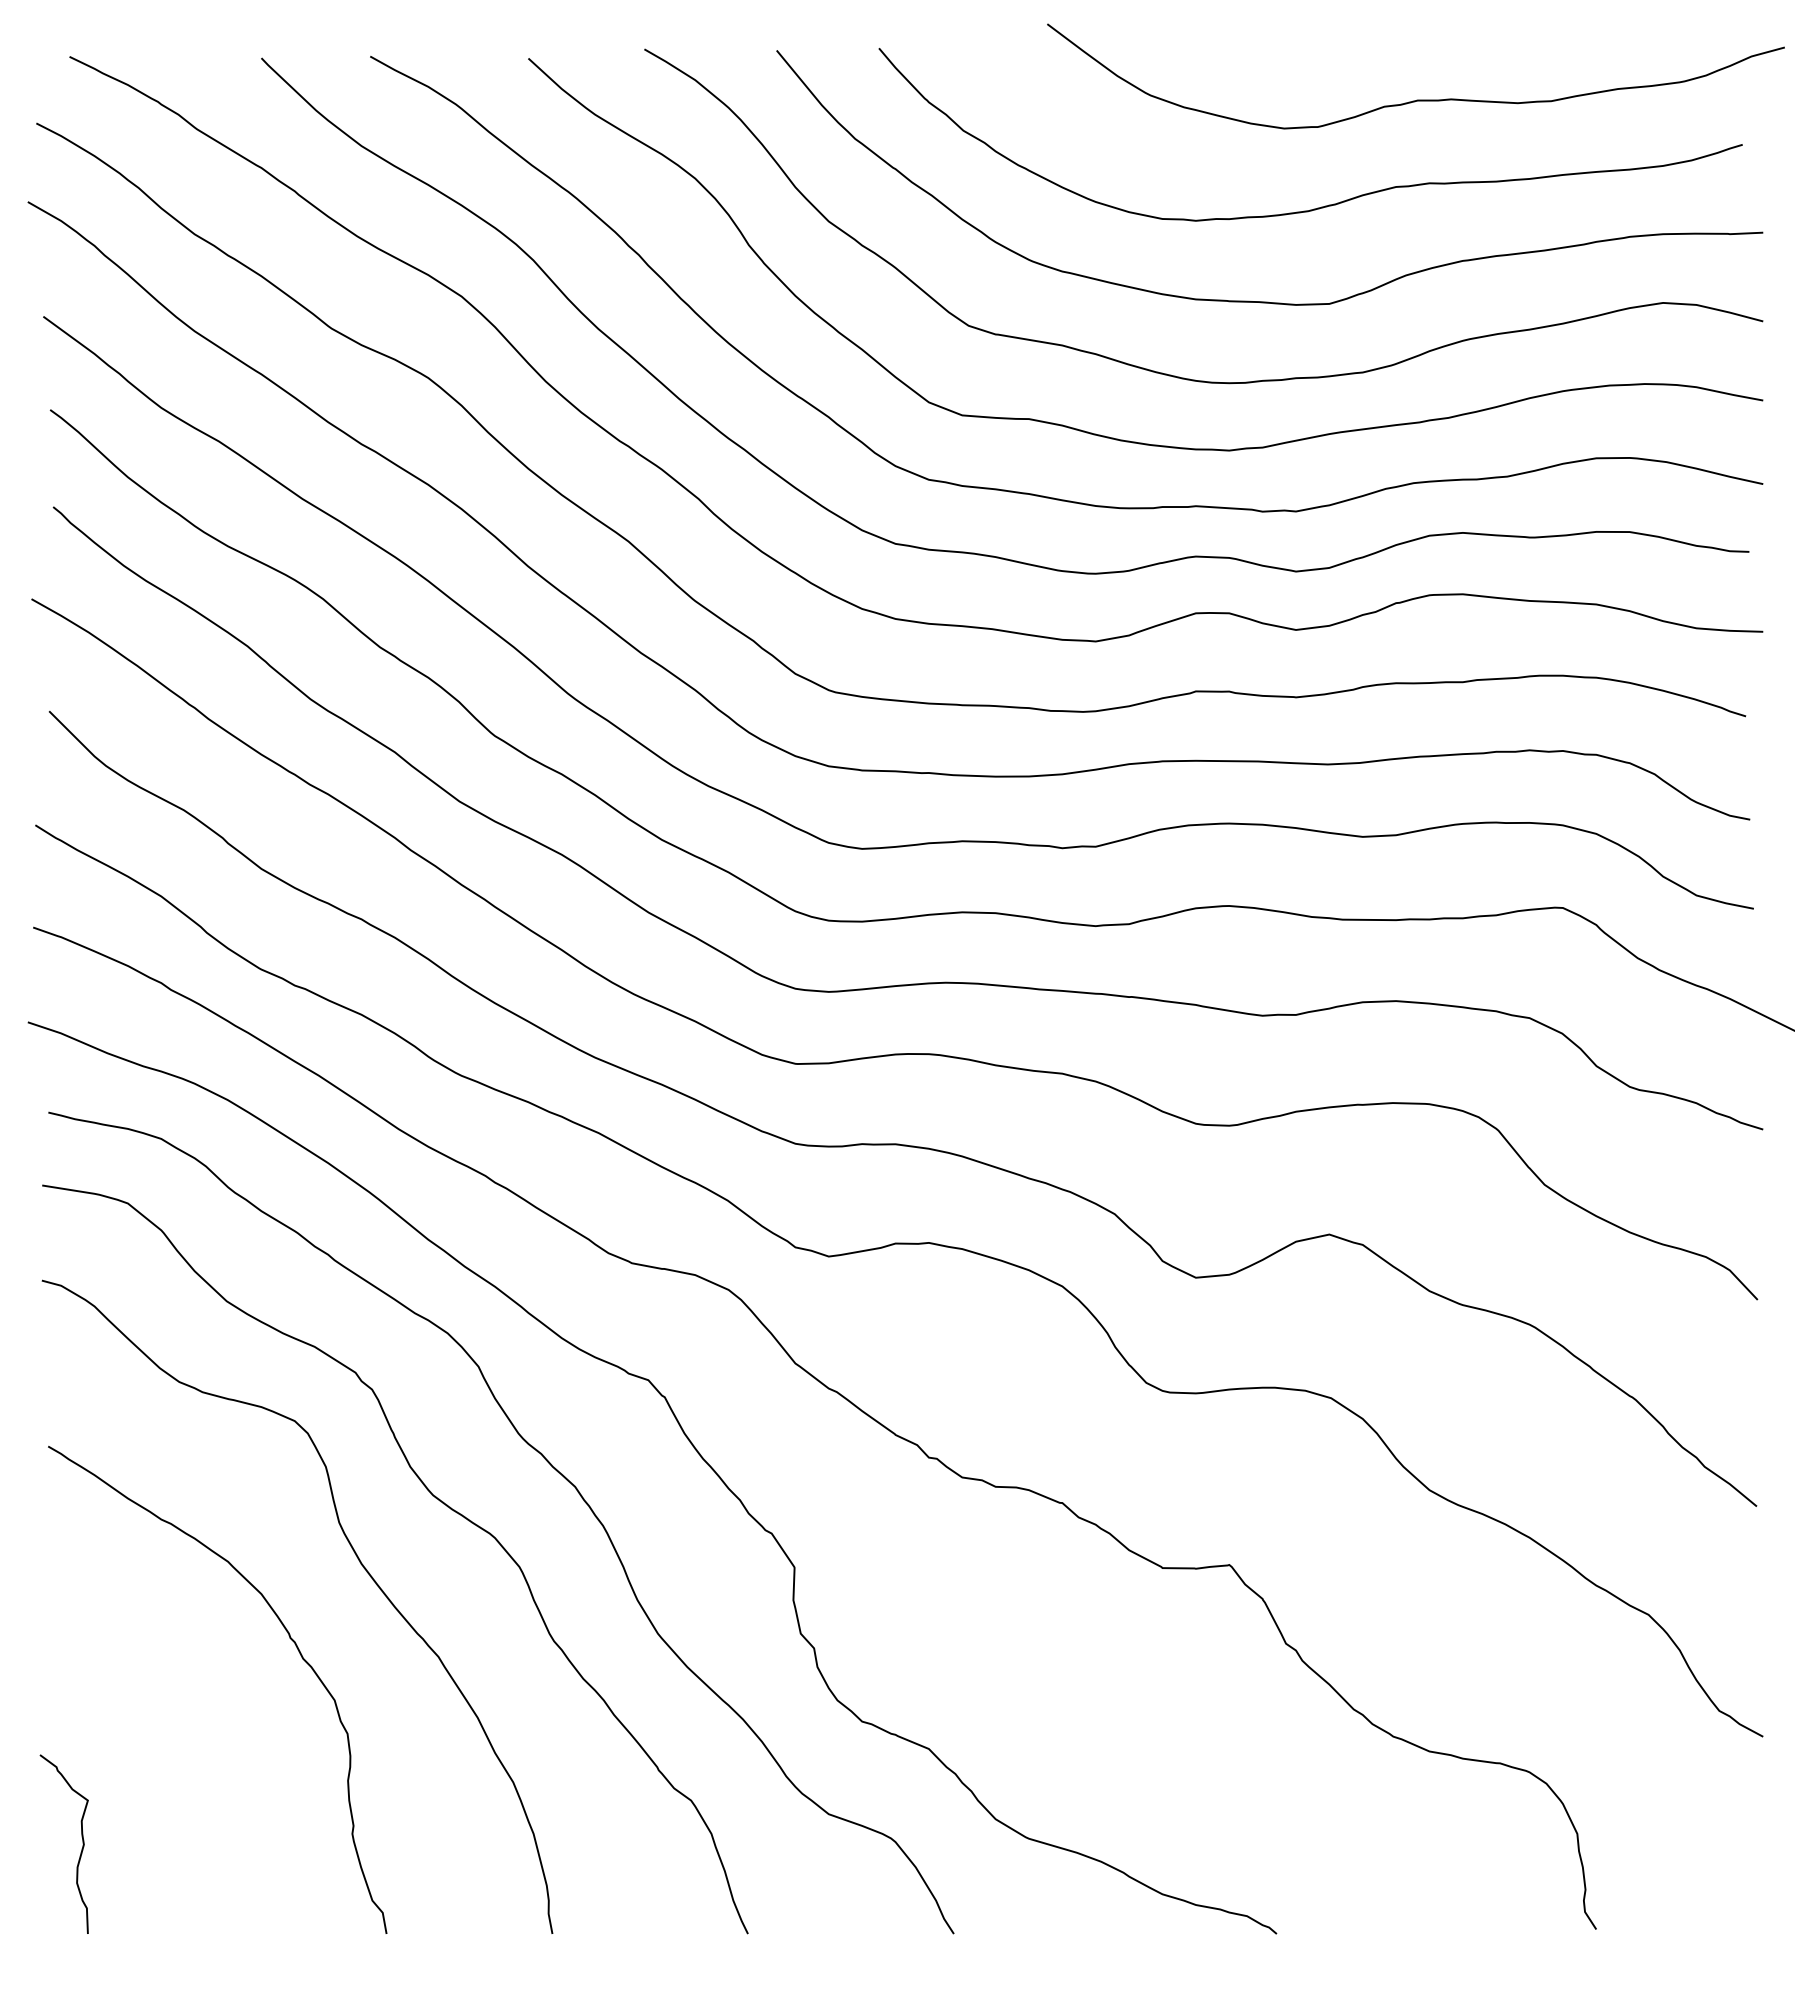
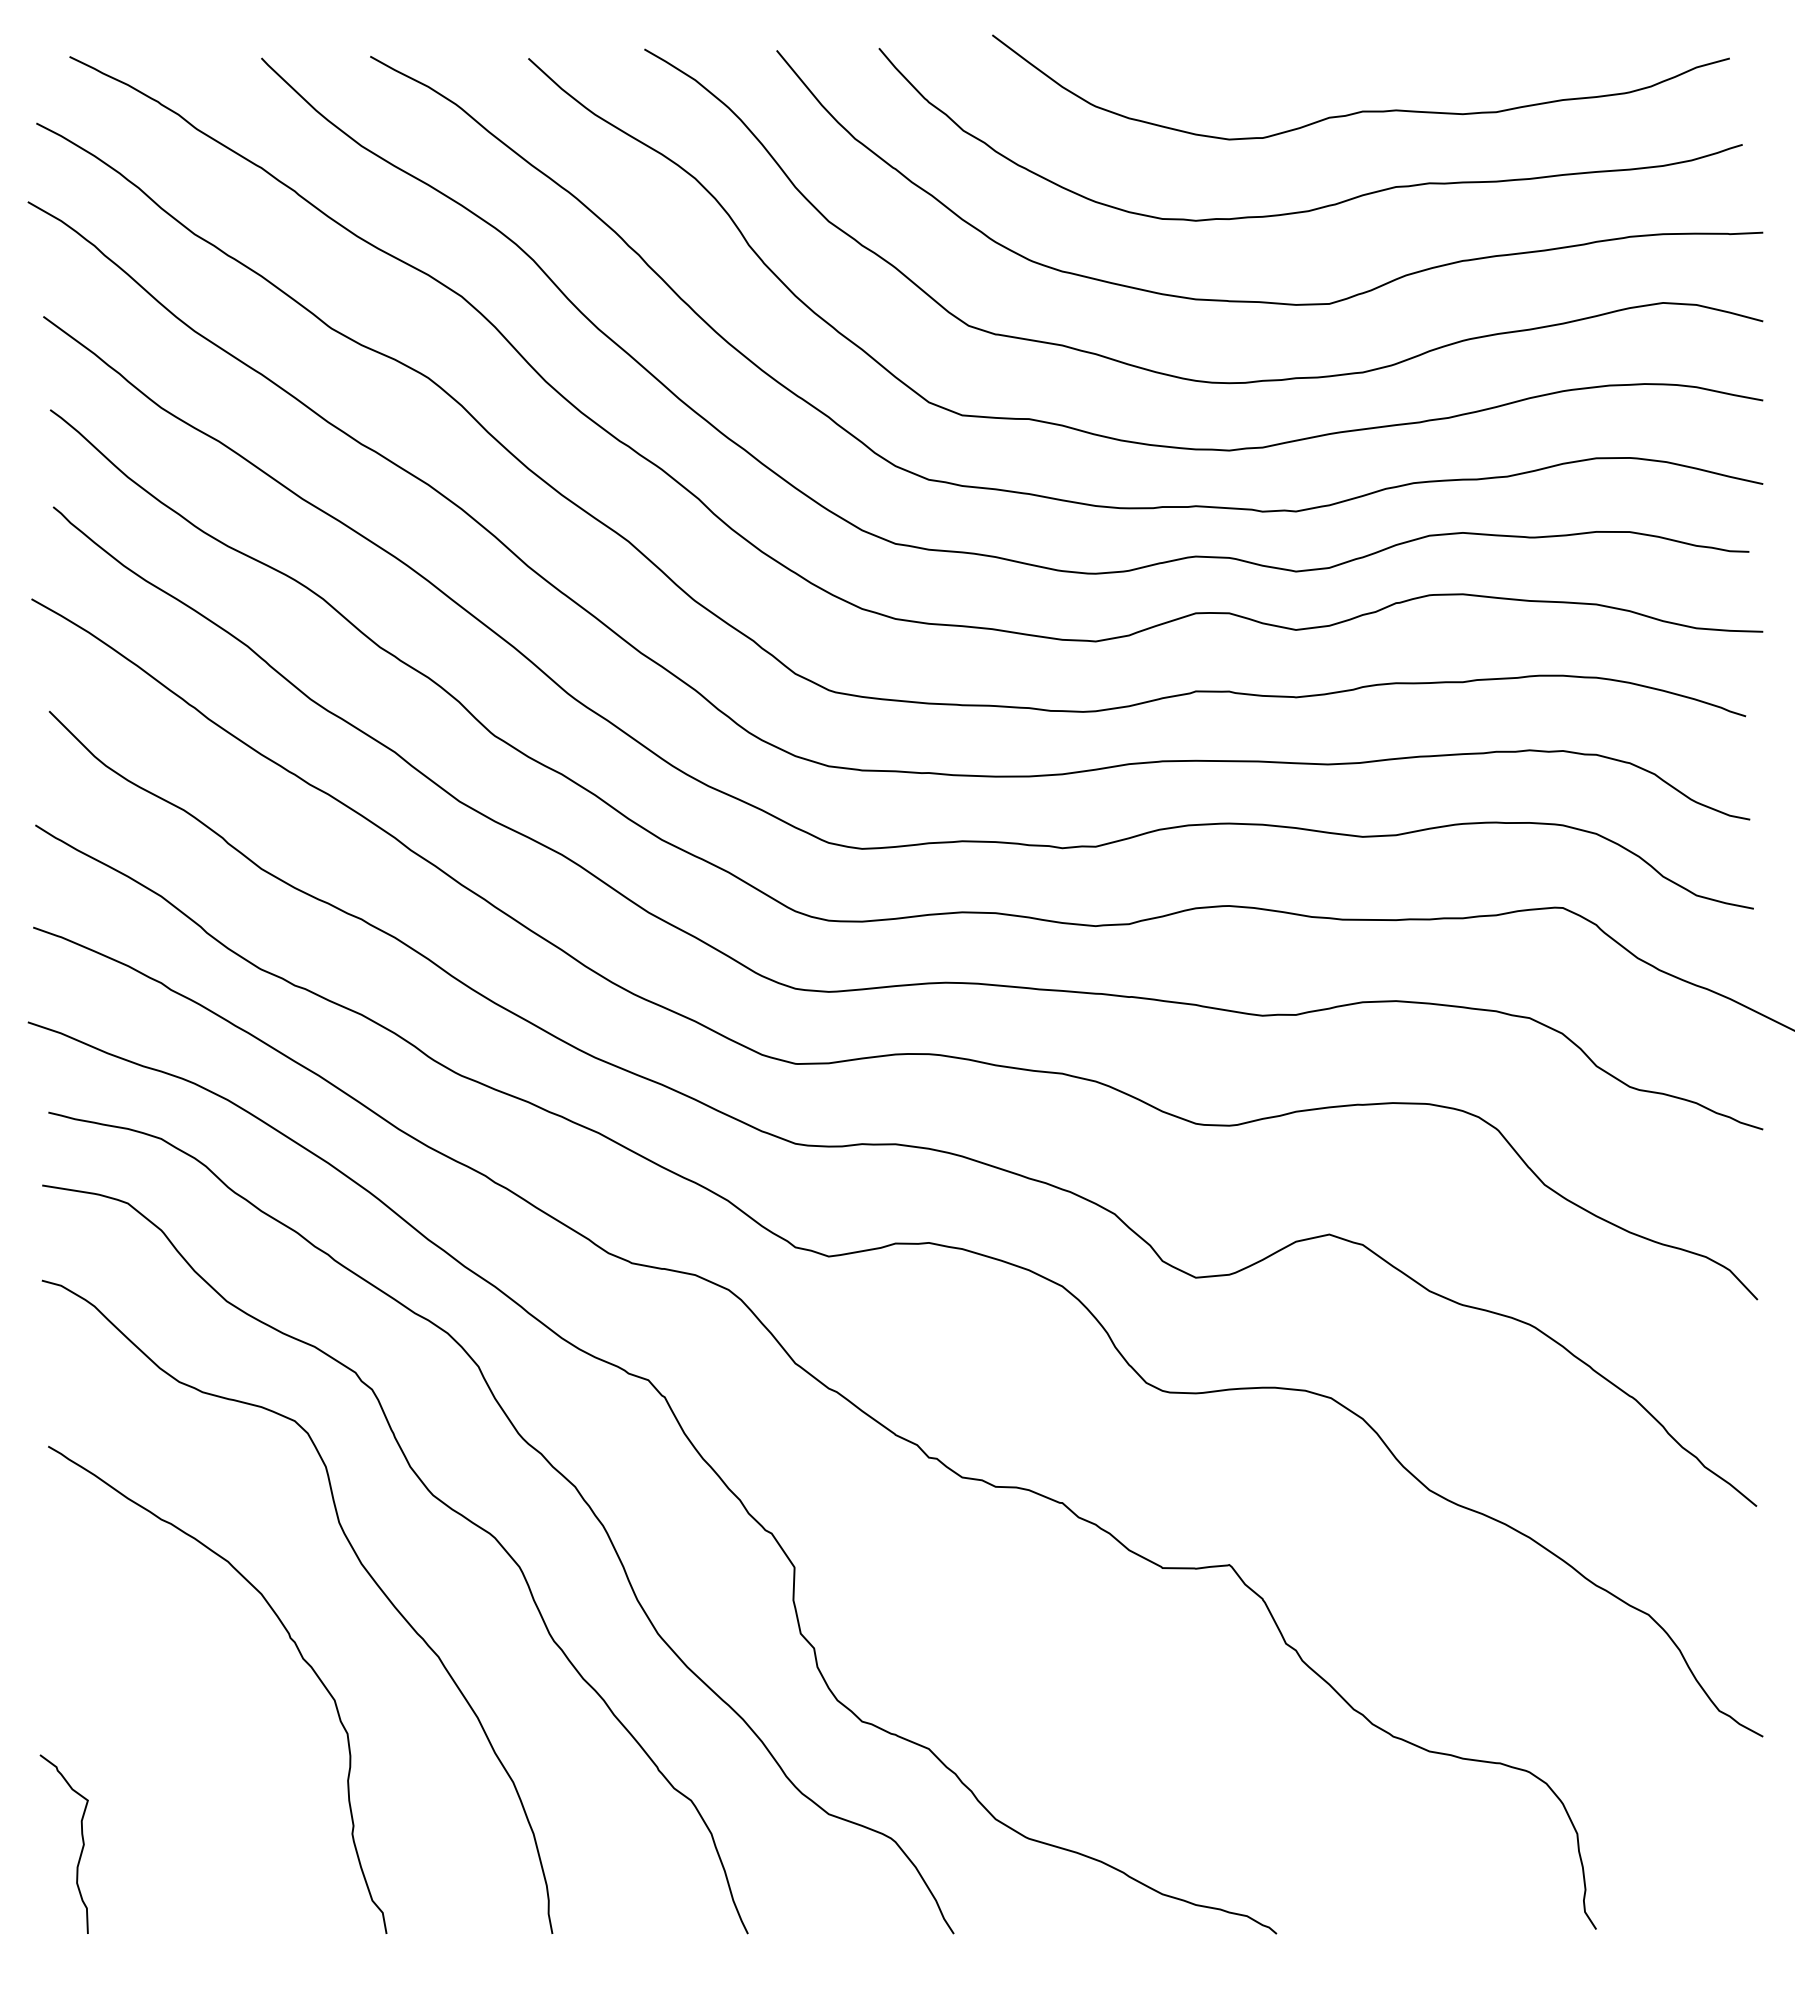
curve at (1416, 99) position: (1416, 99) -> (1361, 110)
